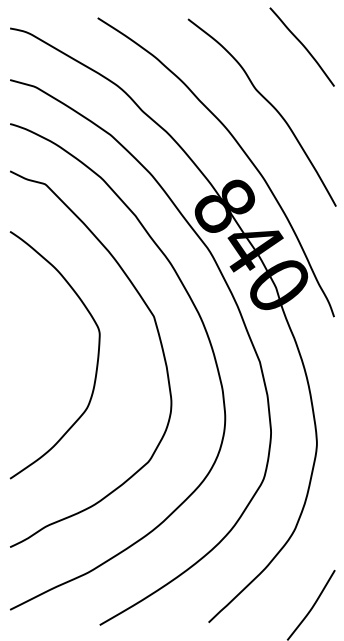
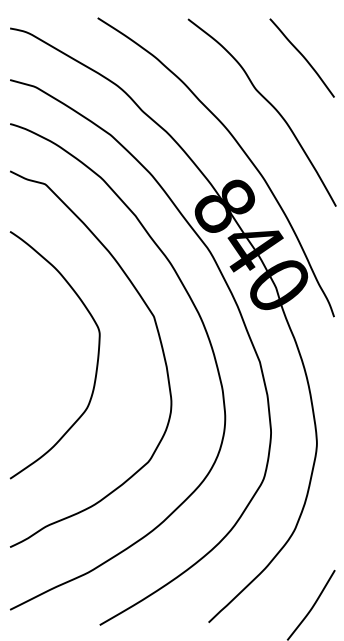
curve at (302, 45) position: (302, 45) -> (302, 56)
